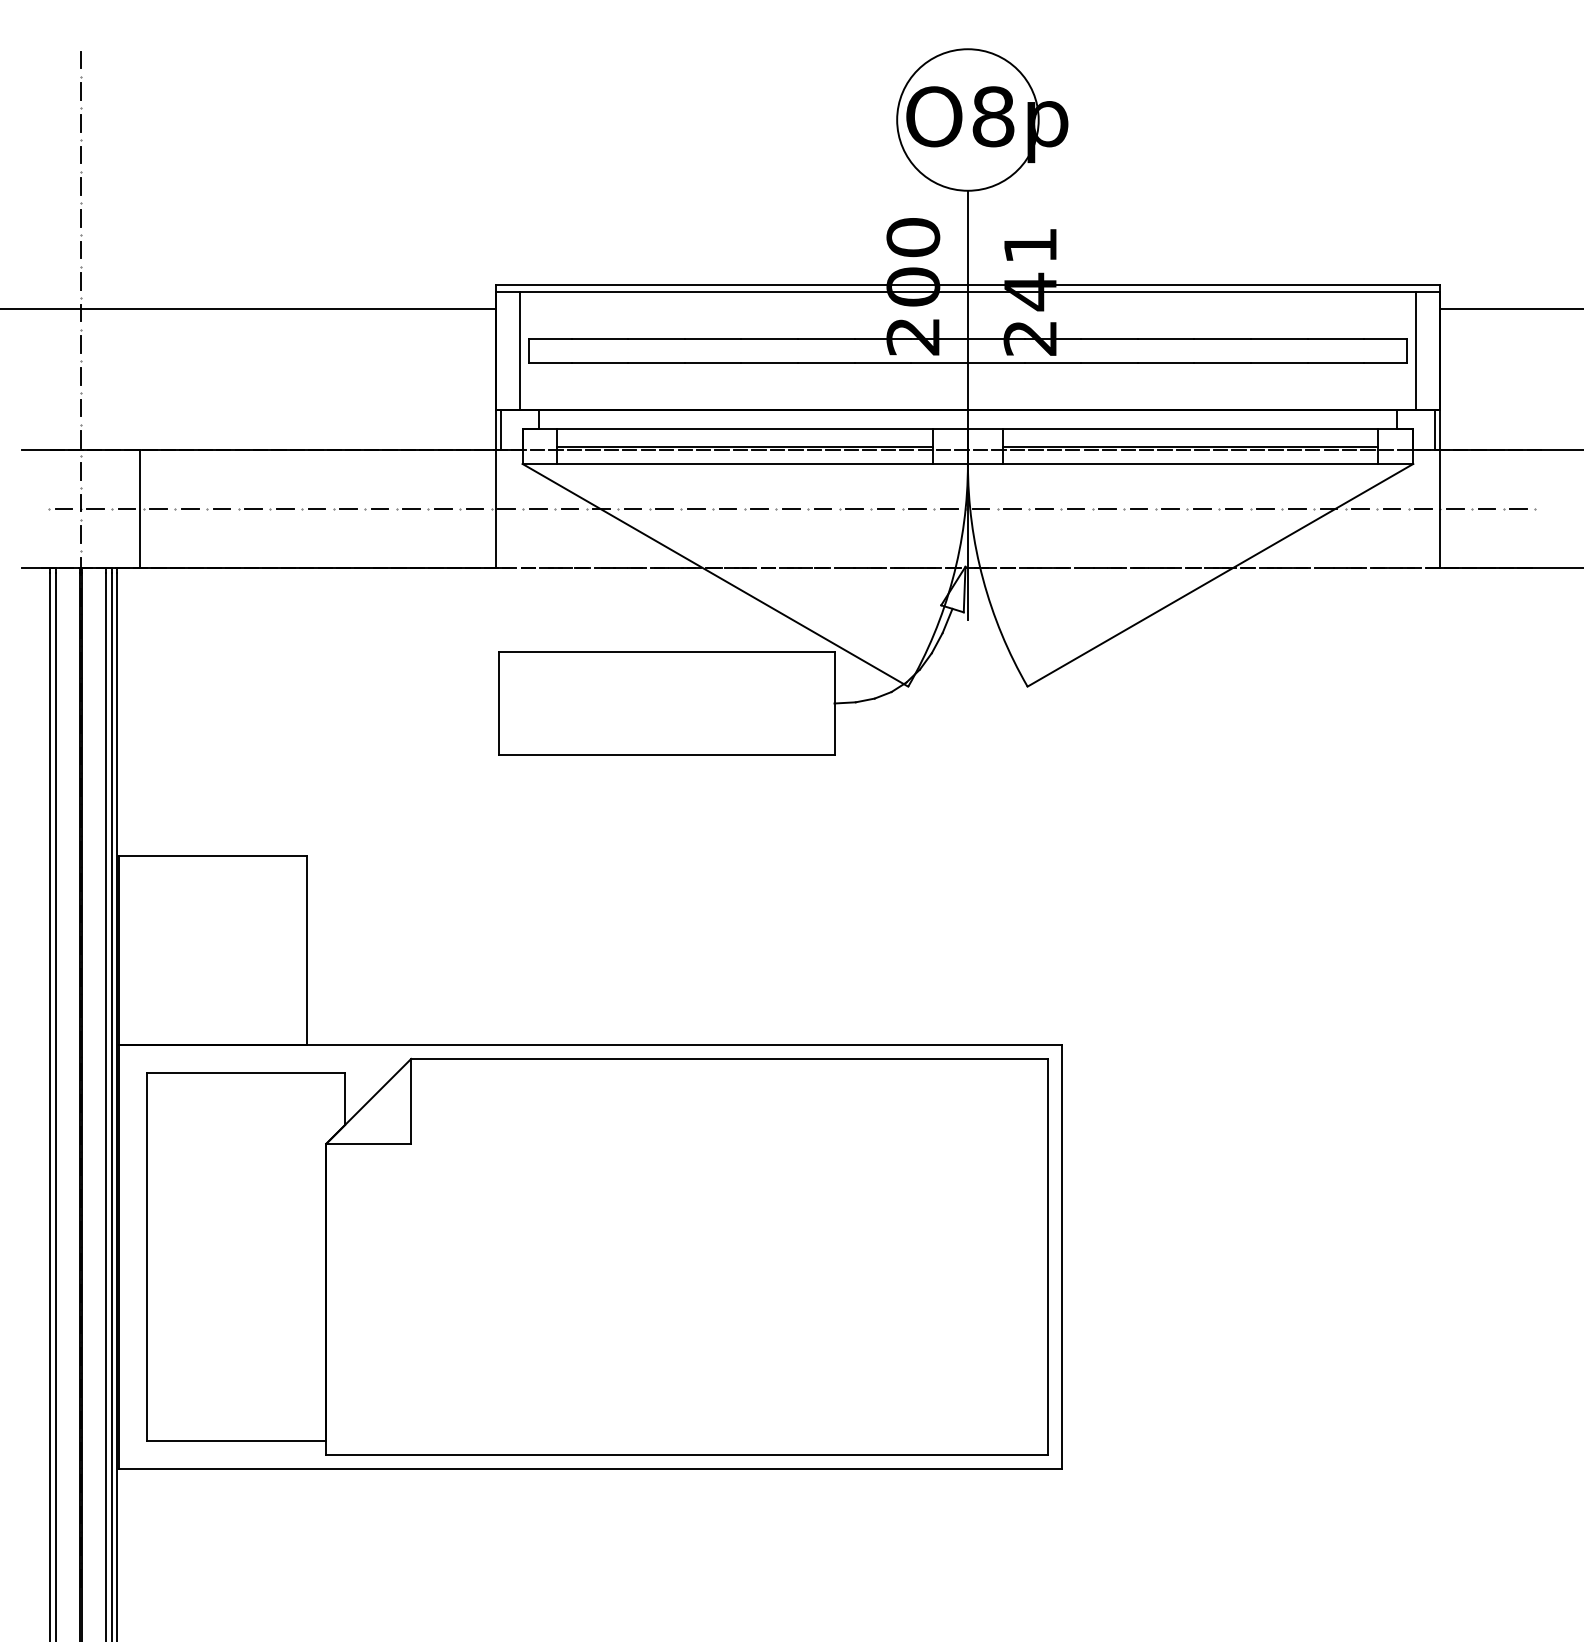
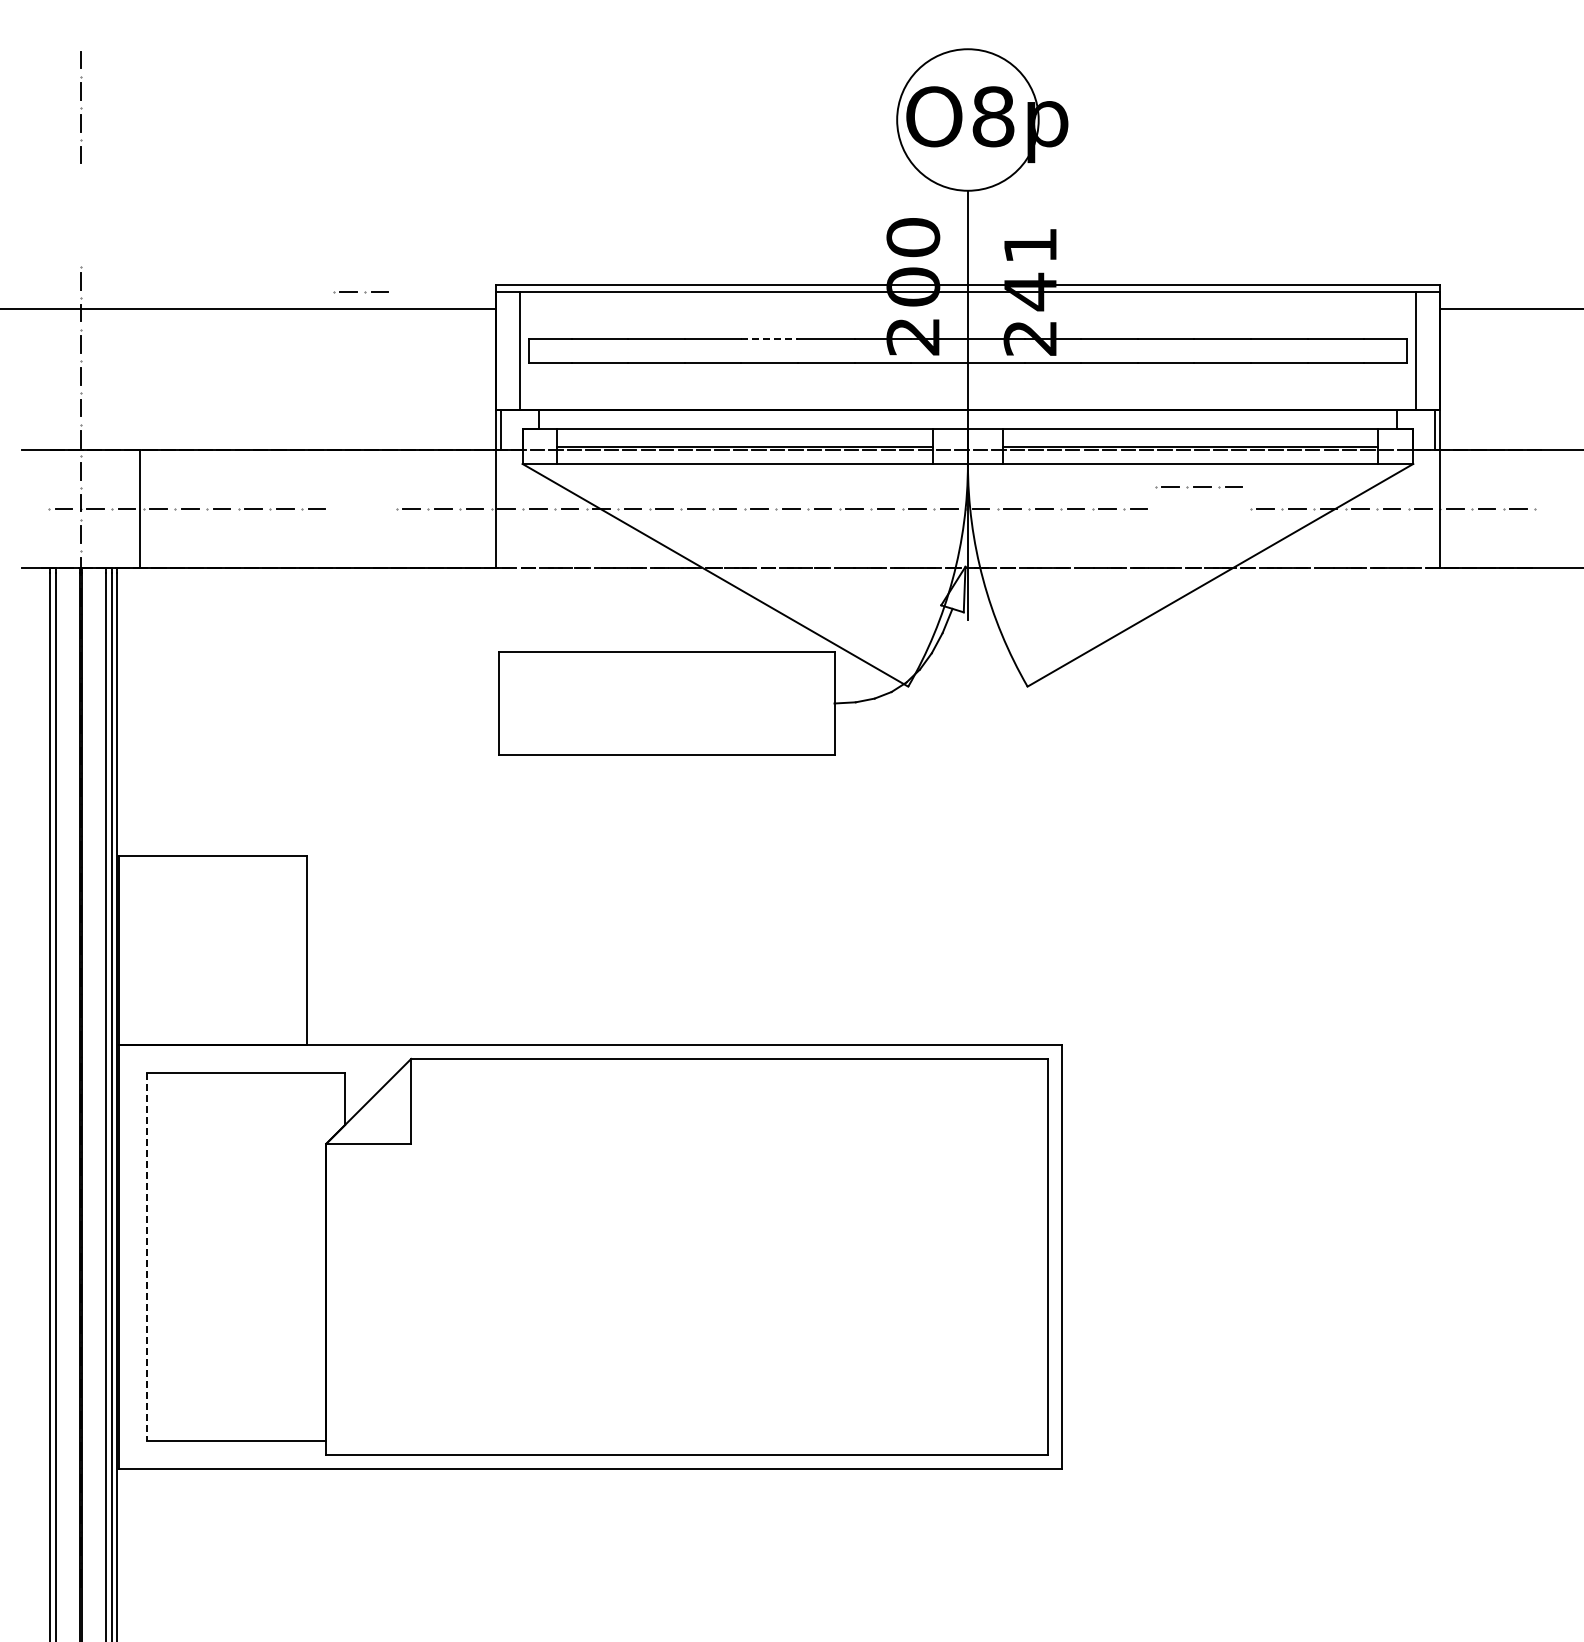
part at (81, 214): present -> none
line at (770, 339): solid -> dashed
part at (360, 509) position: (360, 509) -> (360, 292)
part at (1198, 509) position: (1198, 509) -> (1198, 487)
line at (146, 1257): solid -> dashed
